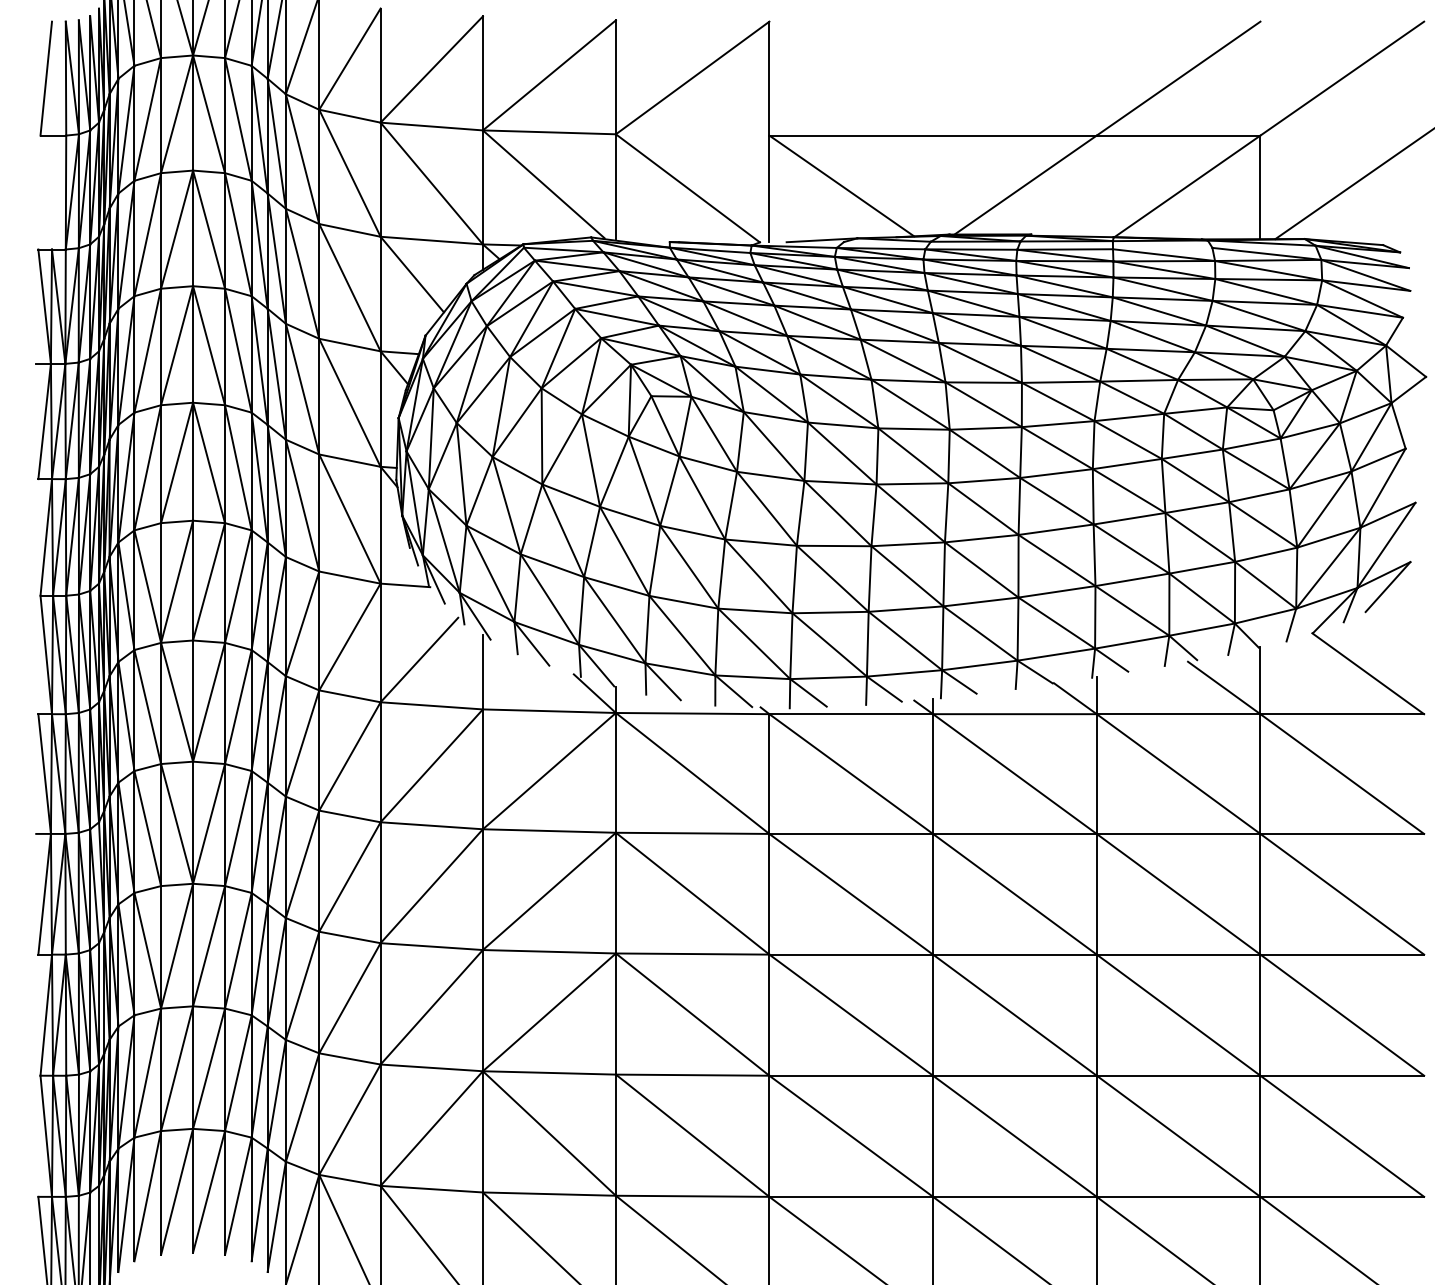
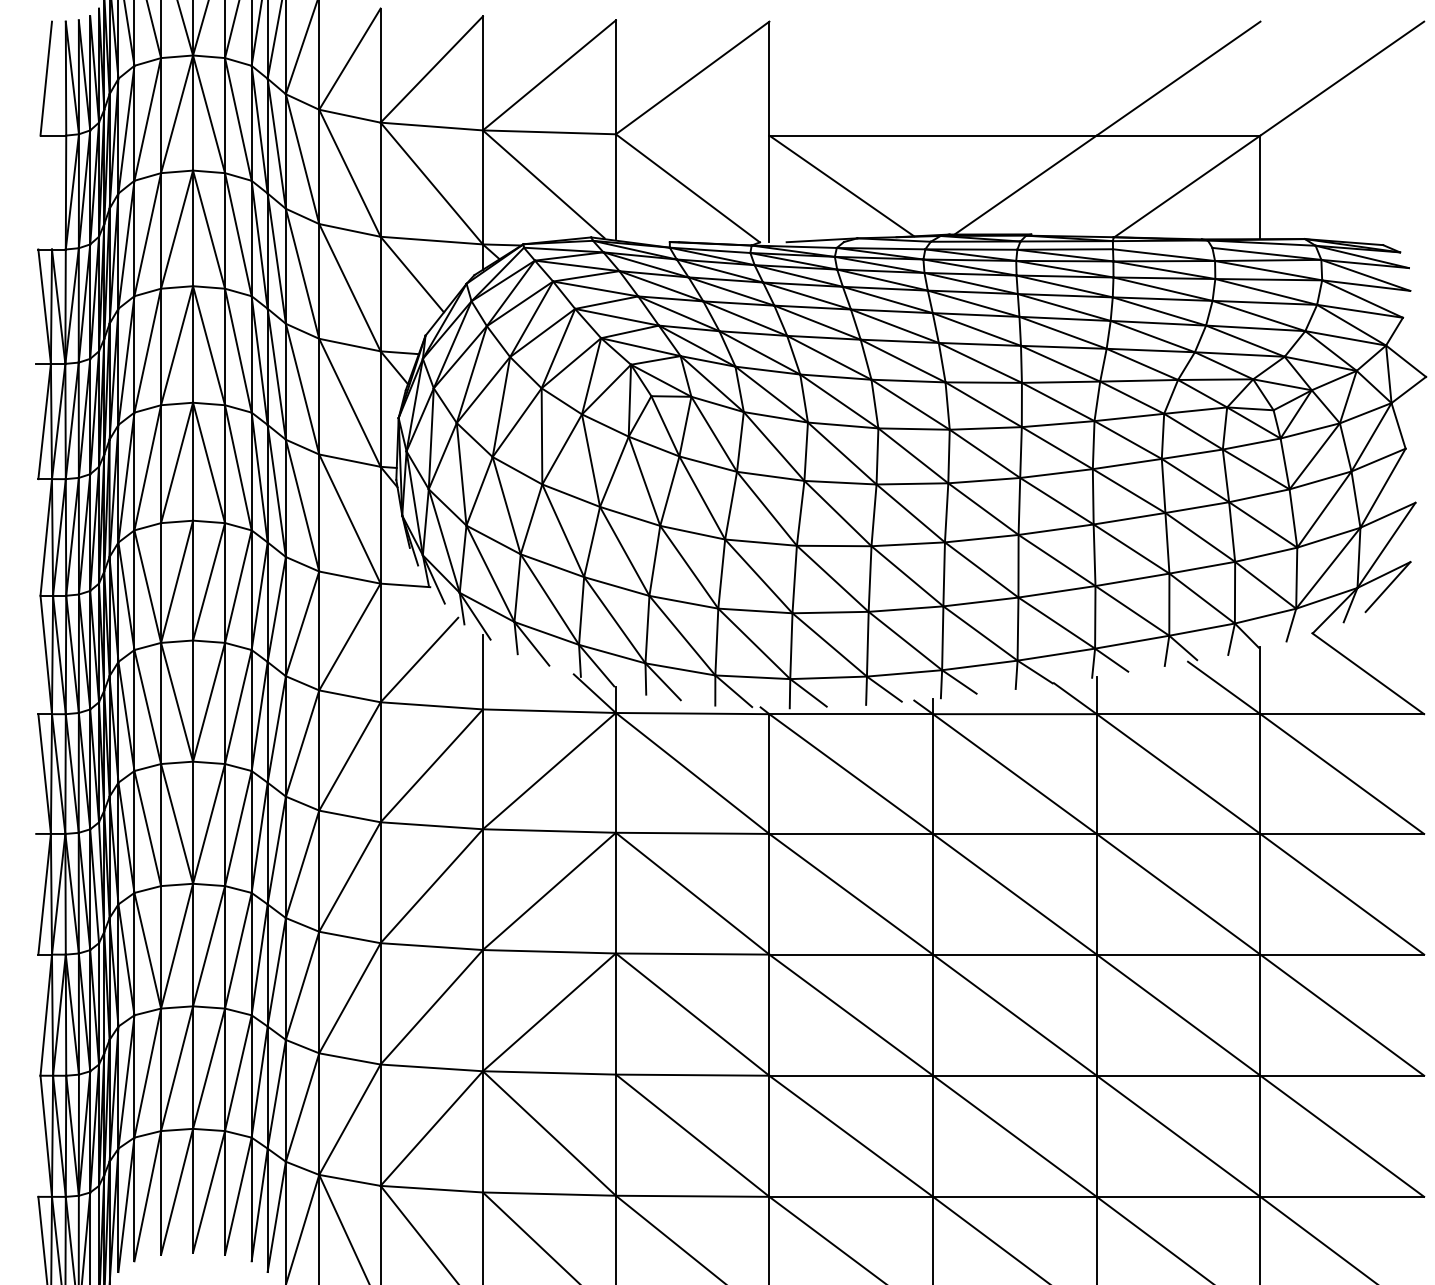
line at (1353, 184): present -> none
